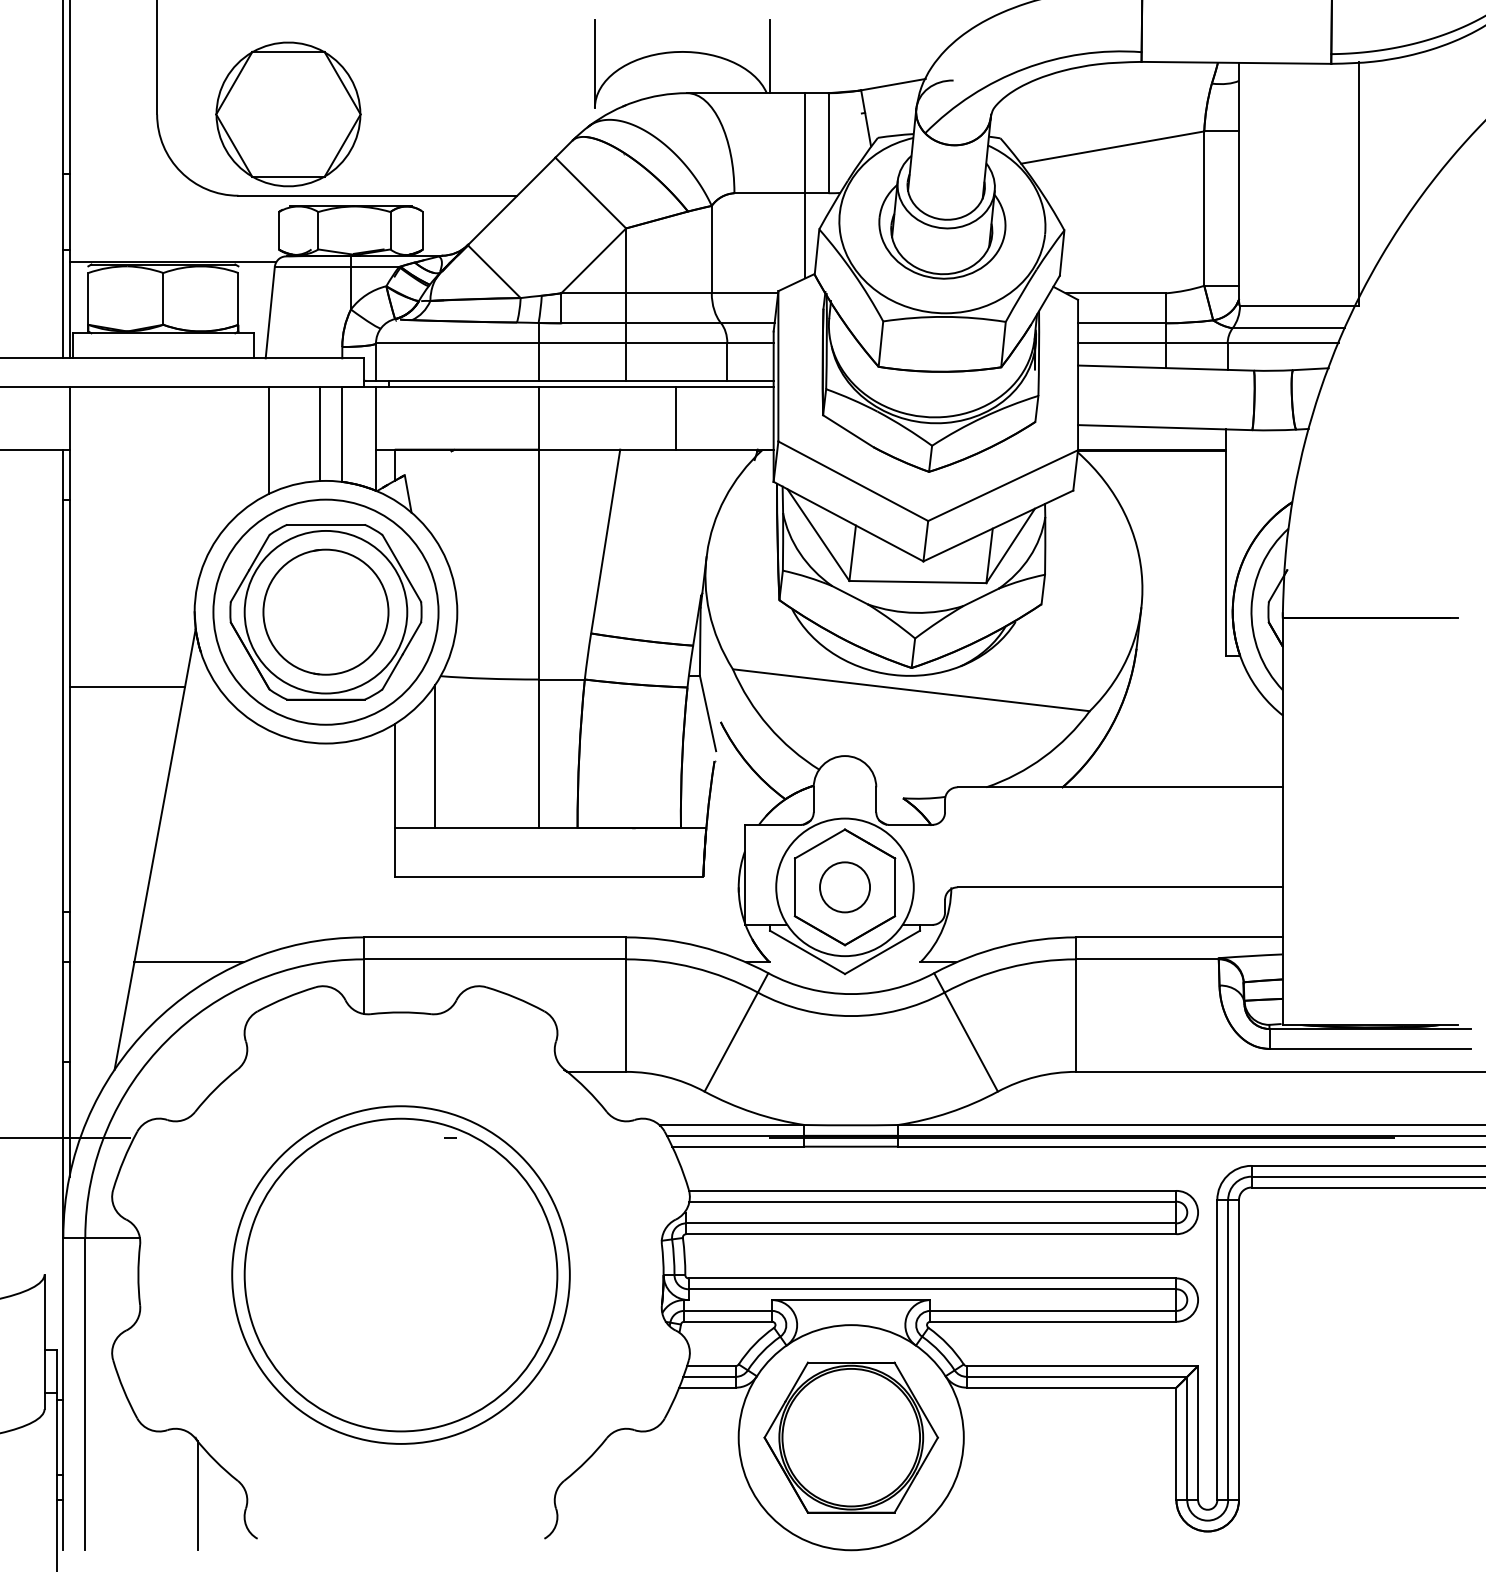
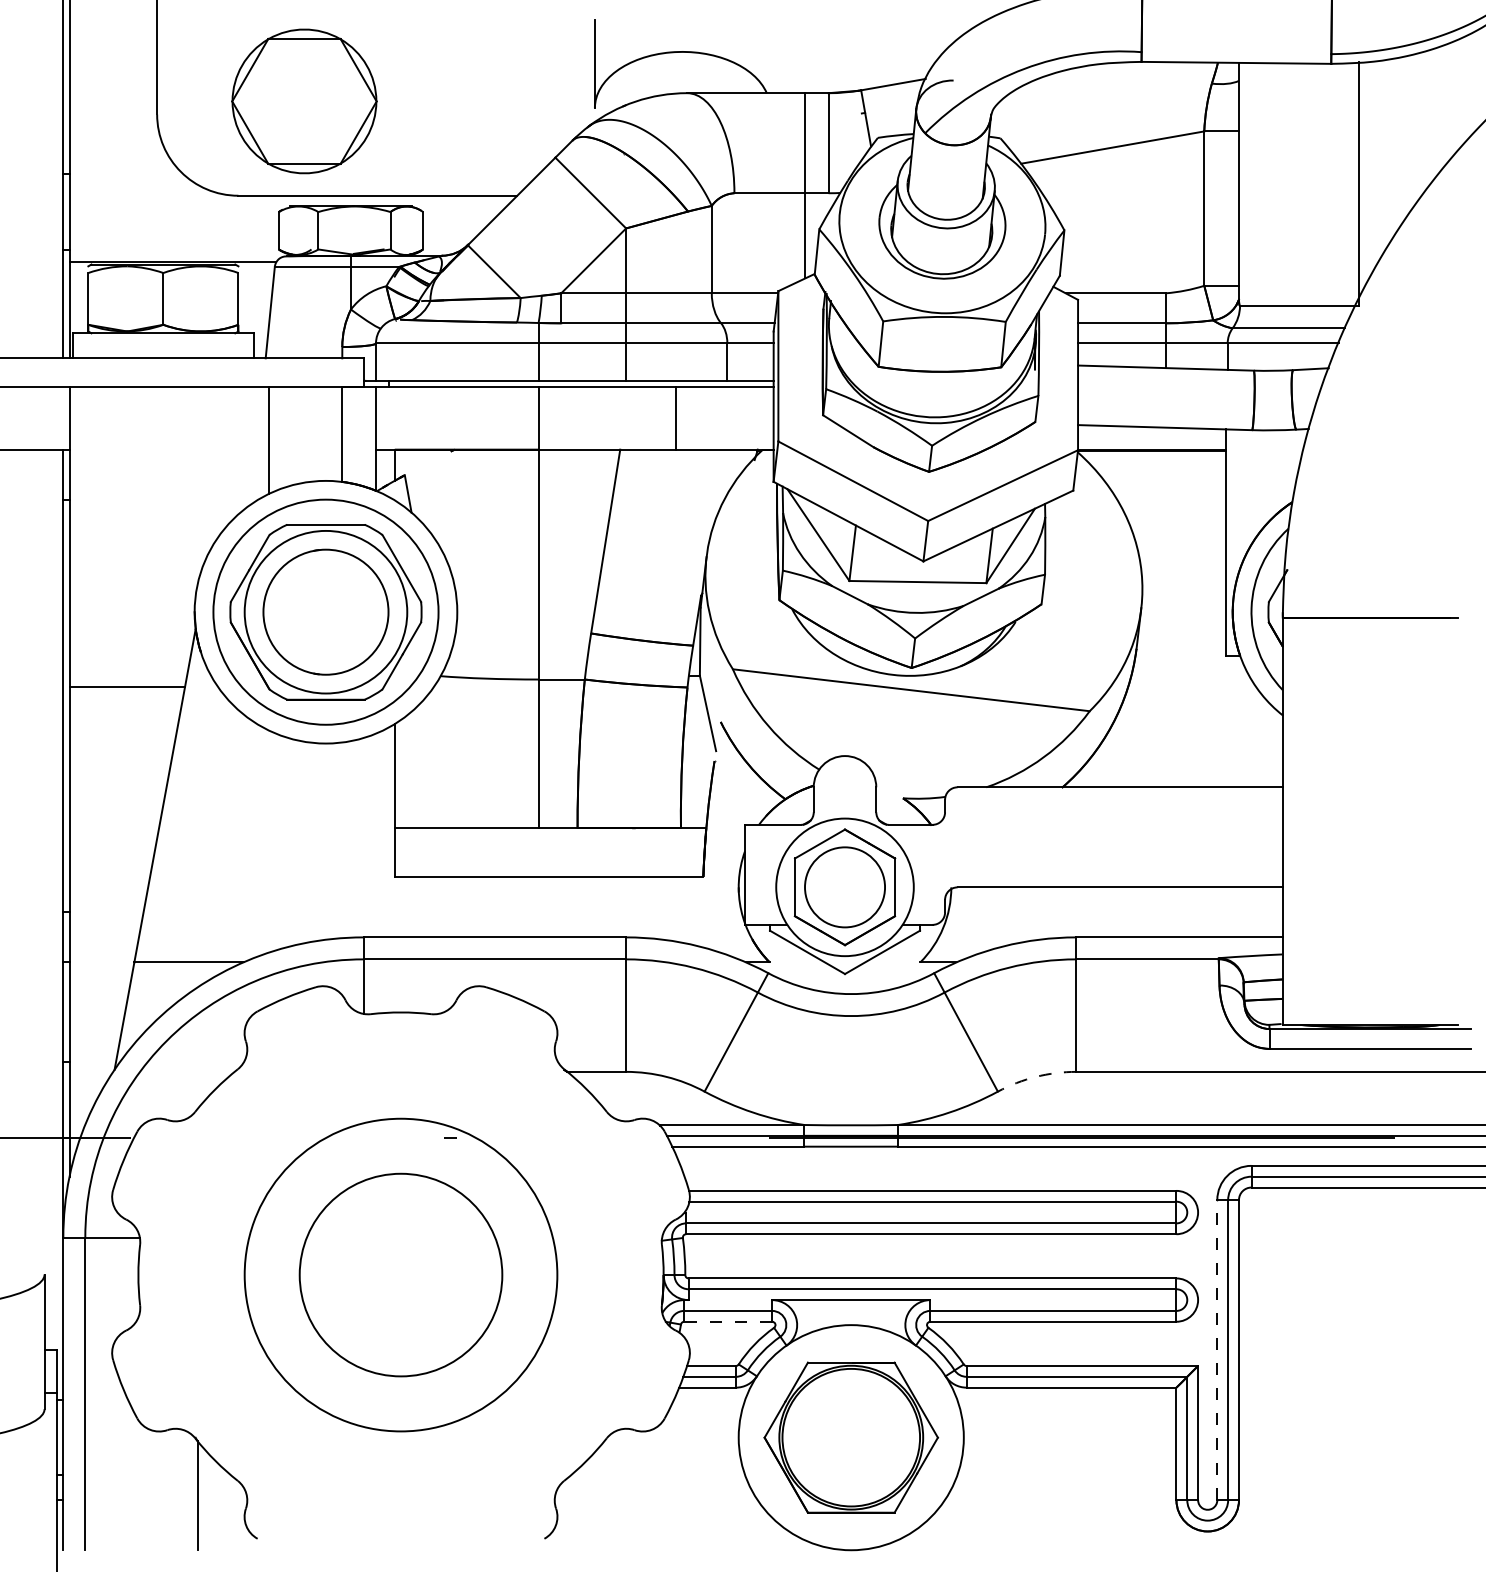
line at (769, 56): present -> none
part at (288, 114) position: (288, 114) -> (304, 101)
line at (320, 434): present -> none
line at (435, 756): present -> none
circle at (845, 887) diameter: 50 px -> 80 px
arc at (1035, 1076): solid -> dashed
circle at (400, 1274) diameter: 338 px -> 203 px
line at (728, 1321): solid -> dashed
line at (1217, 1349): solid -> dashed
